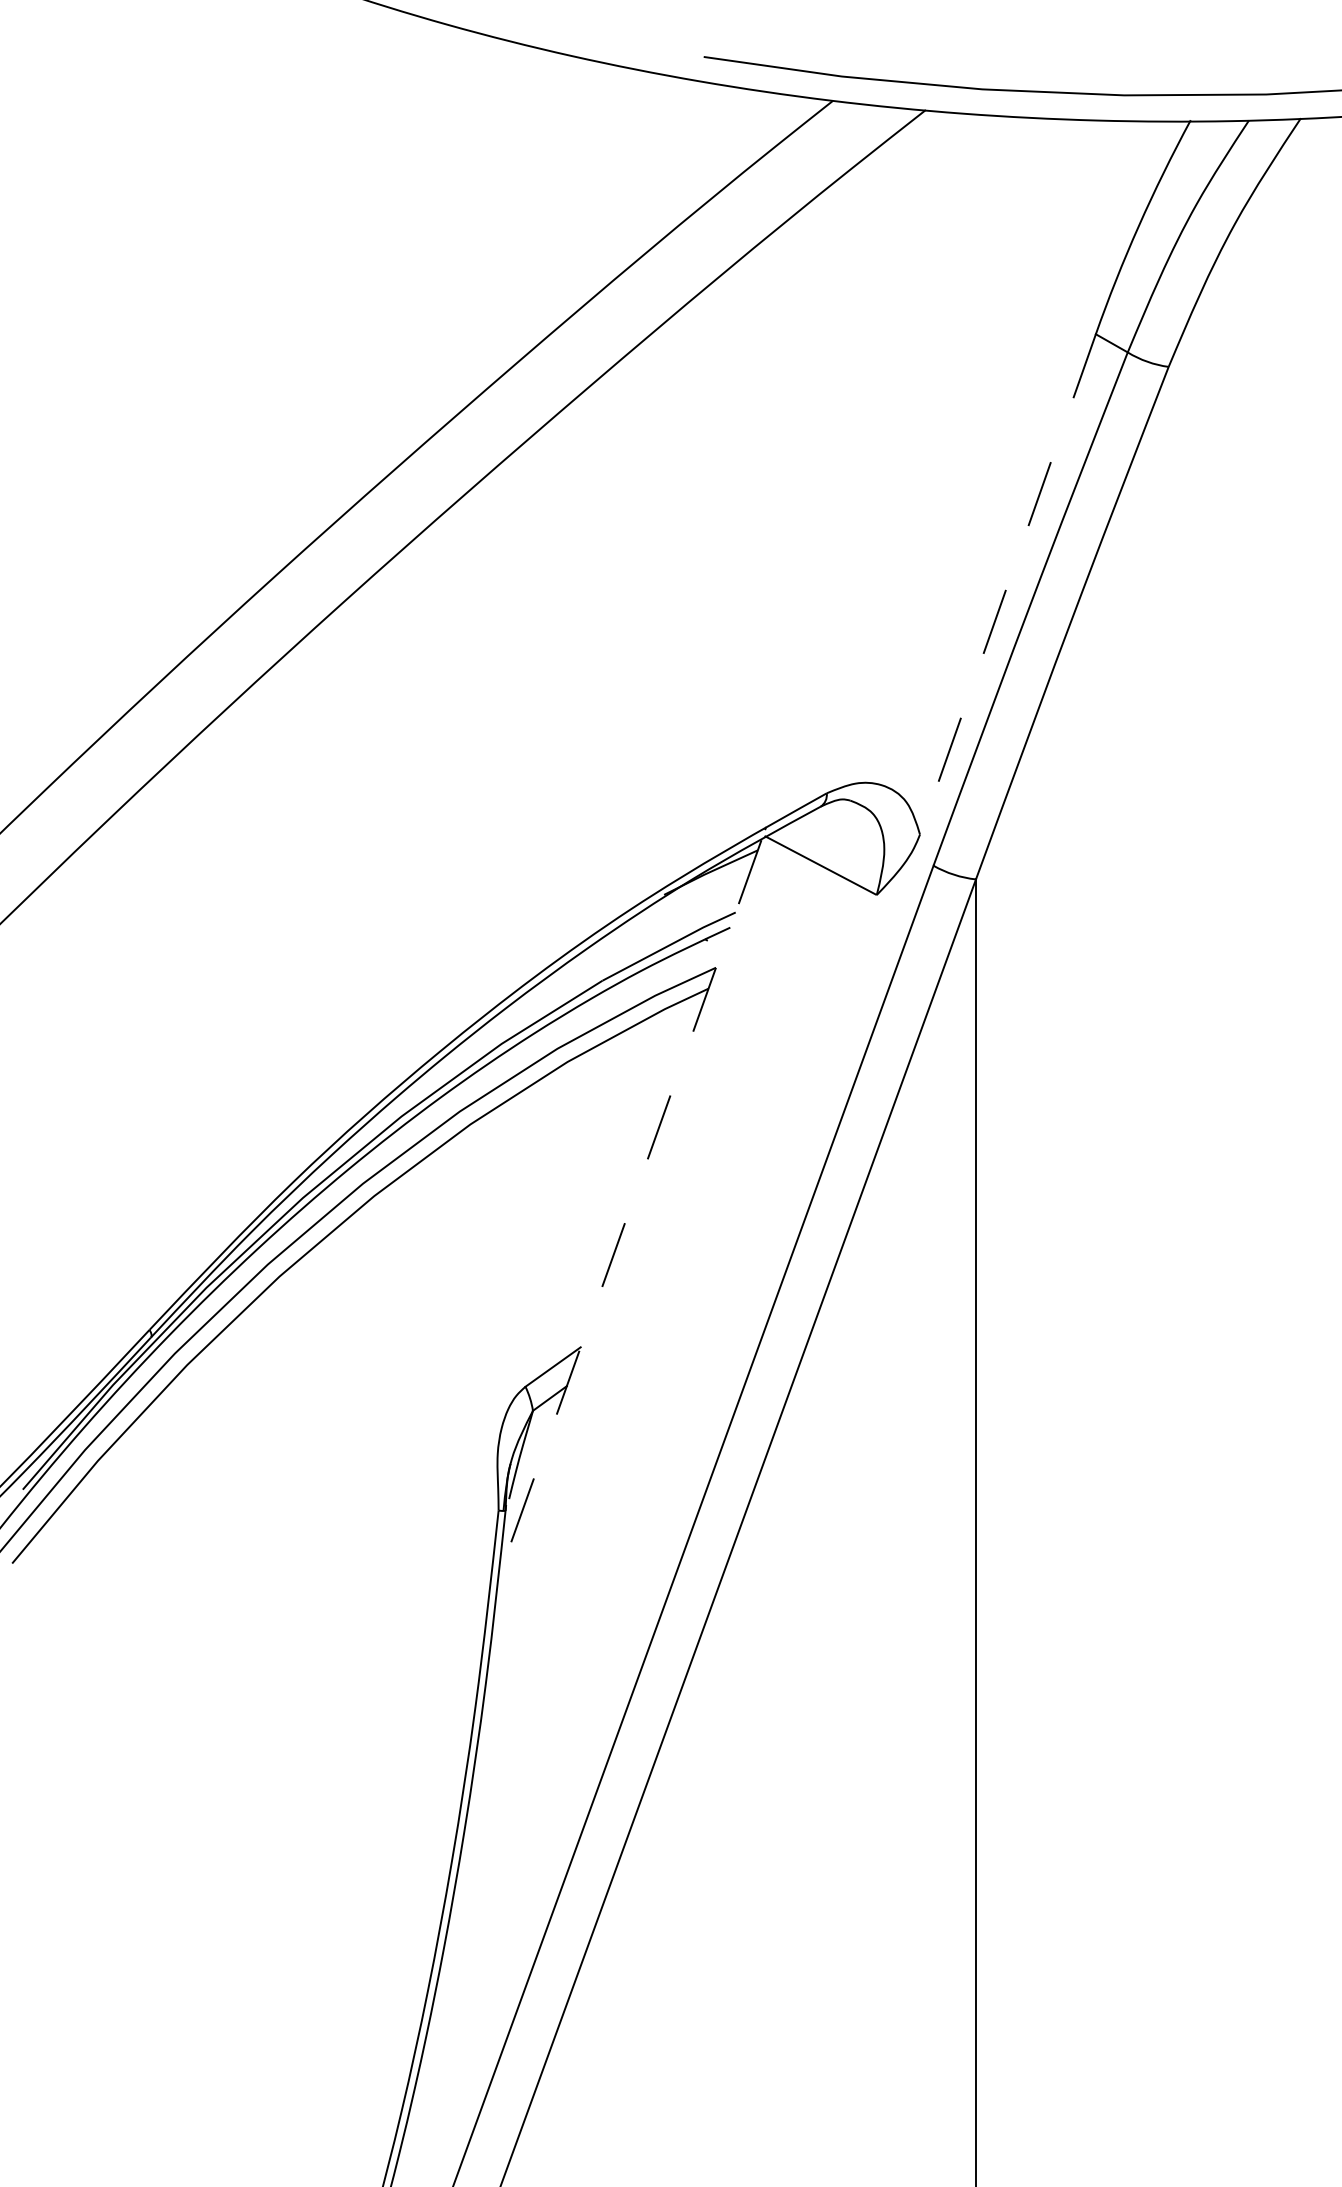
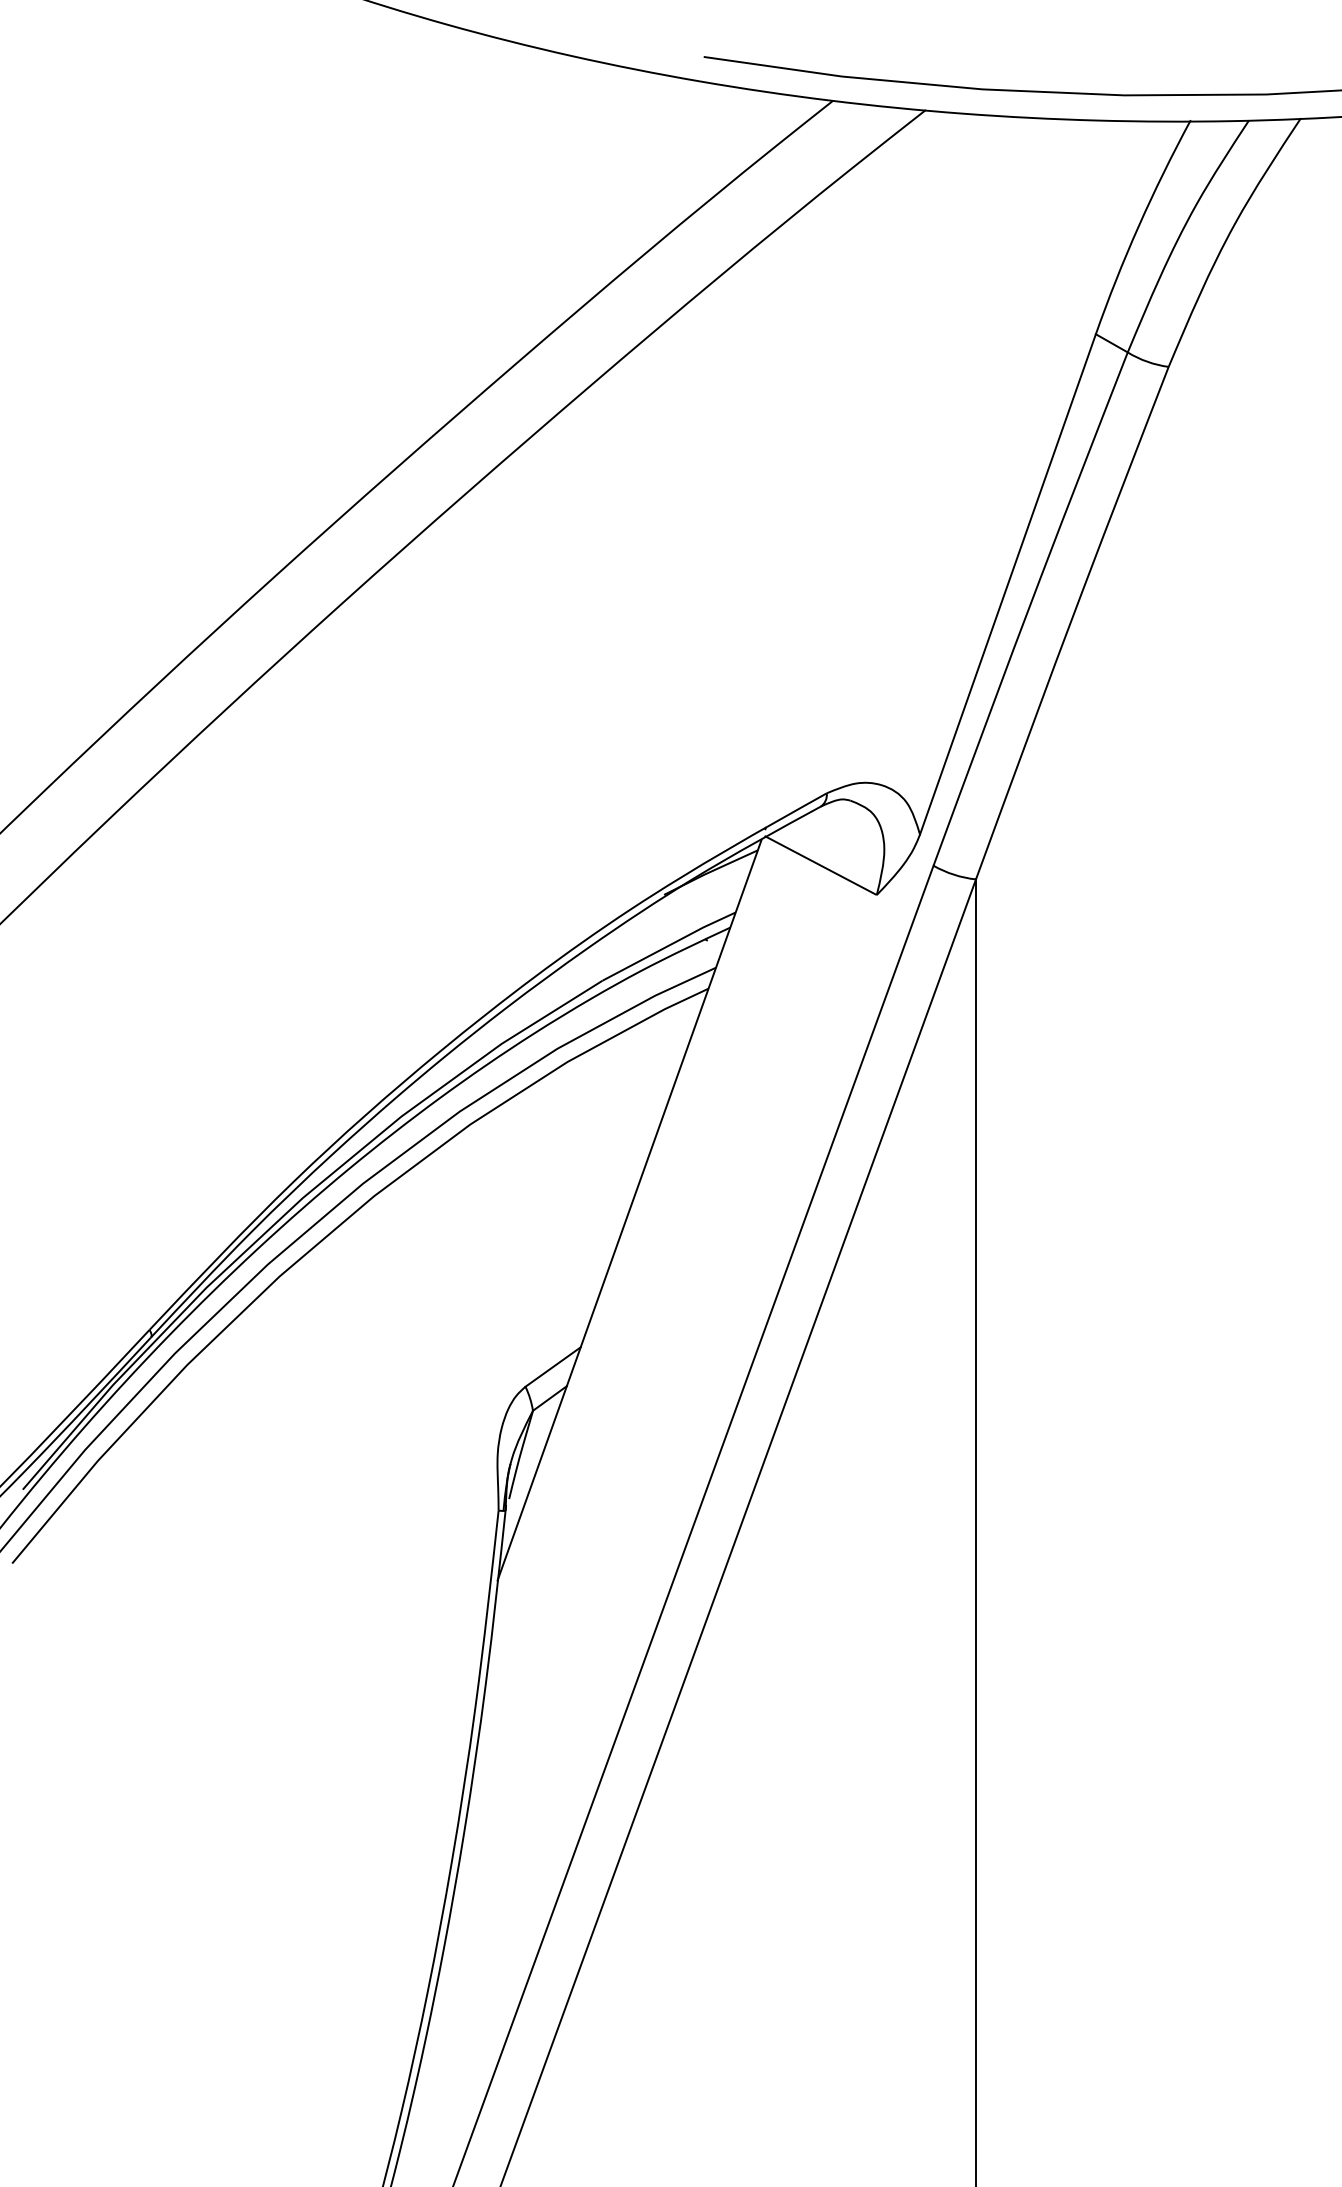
line at (1007, 584): dashed -> solid
line at (629, 1210): dashed -> solid
